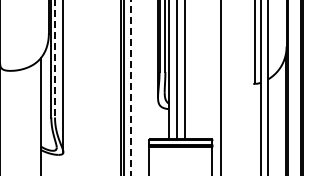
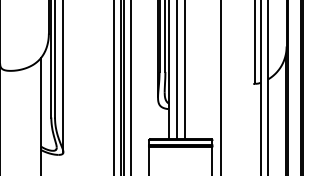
line at (55, 58): dashed -> solid
line at (114, 87): none -> present
line at (131, 88): dashed -> solid
